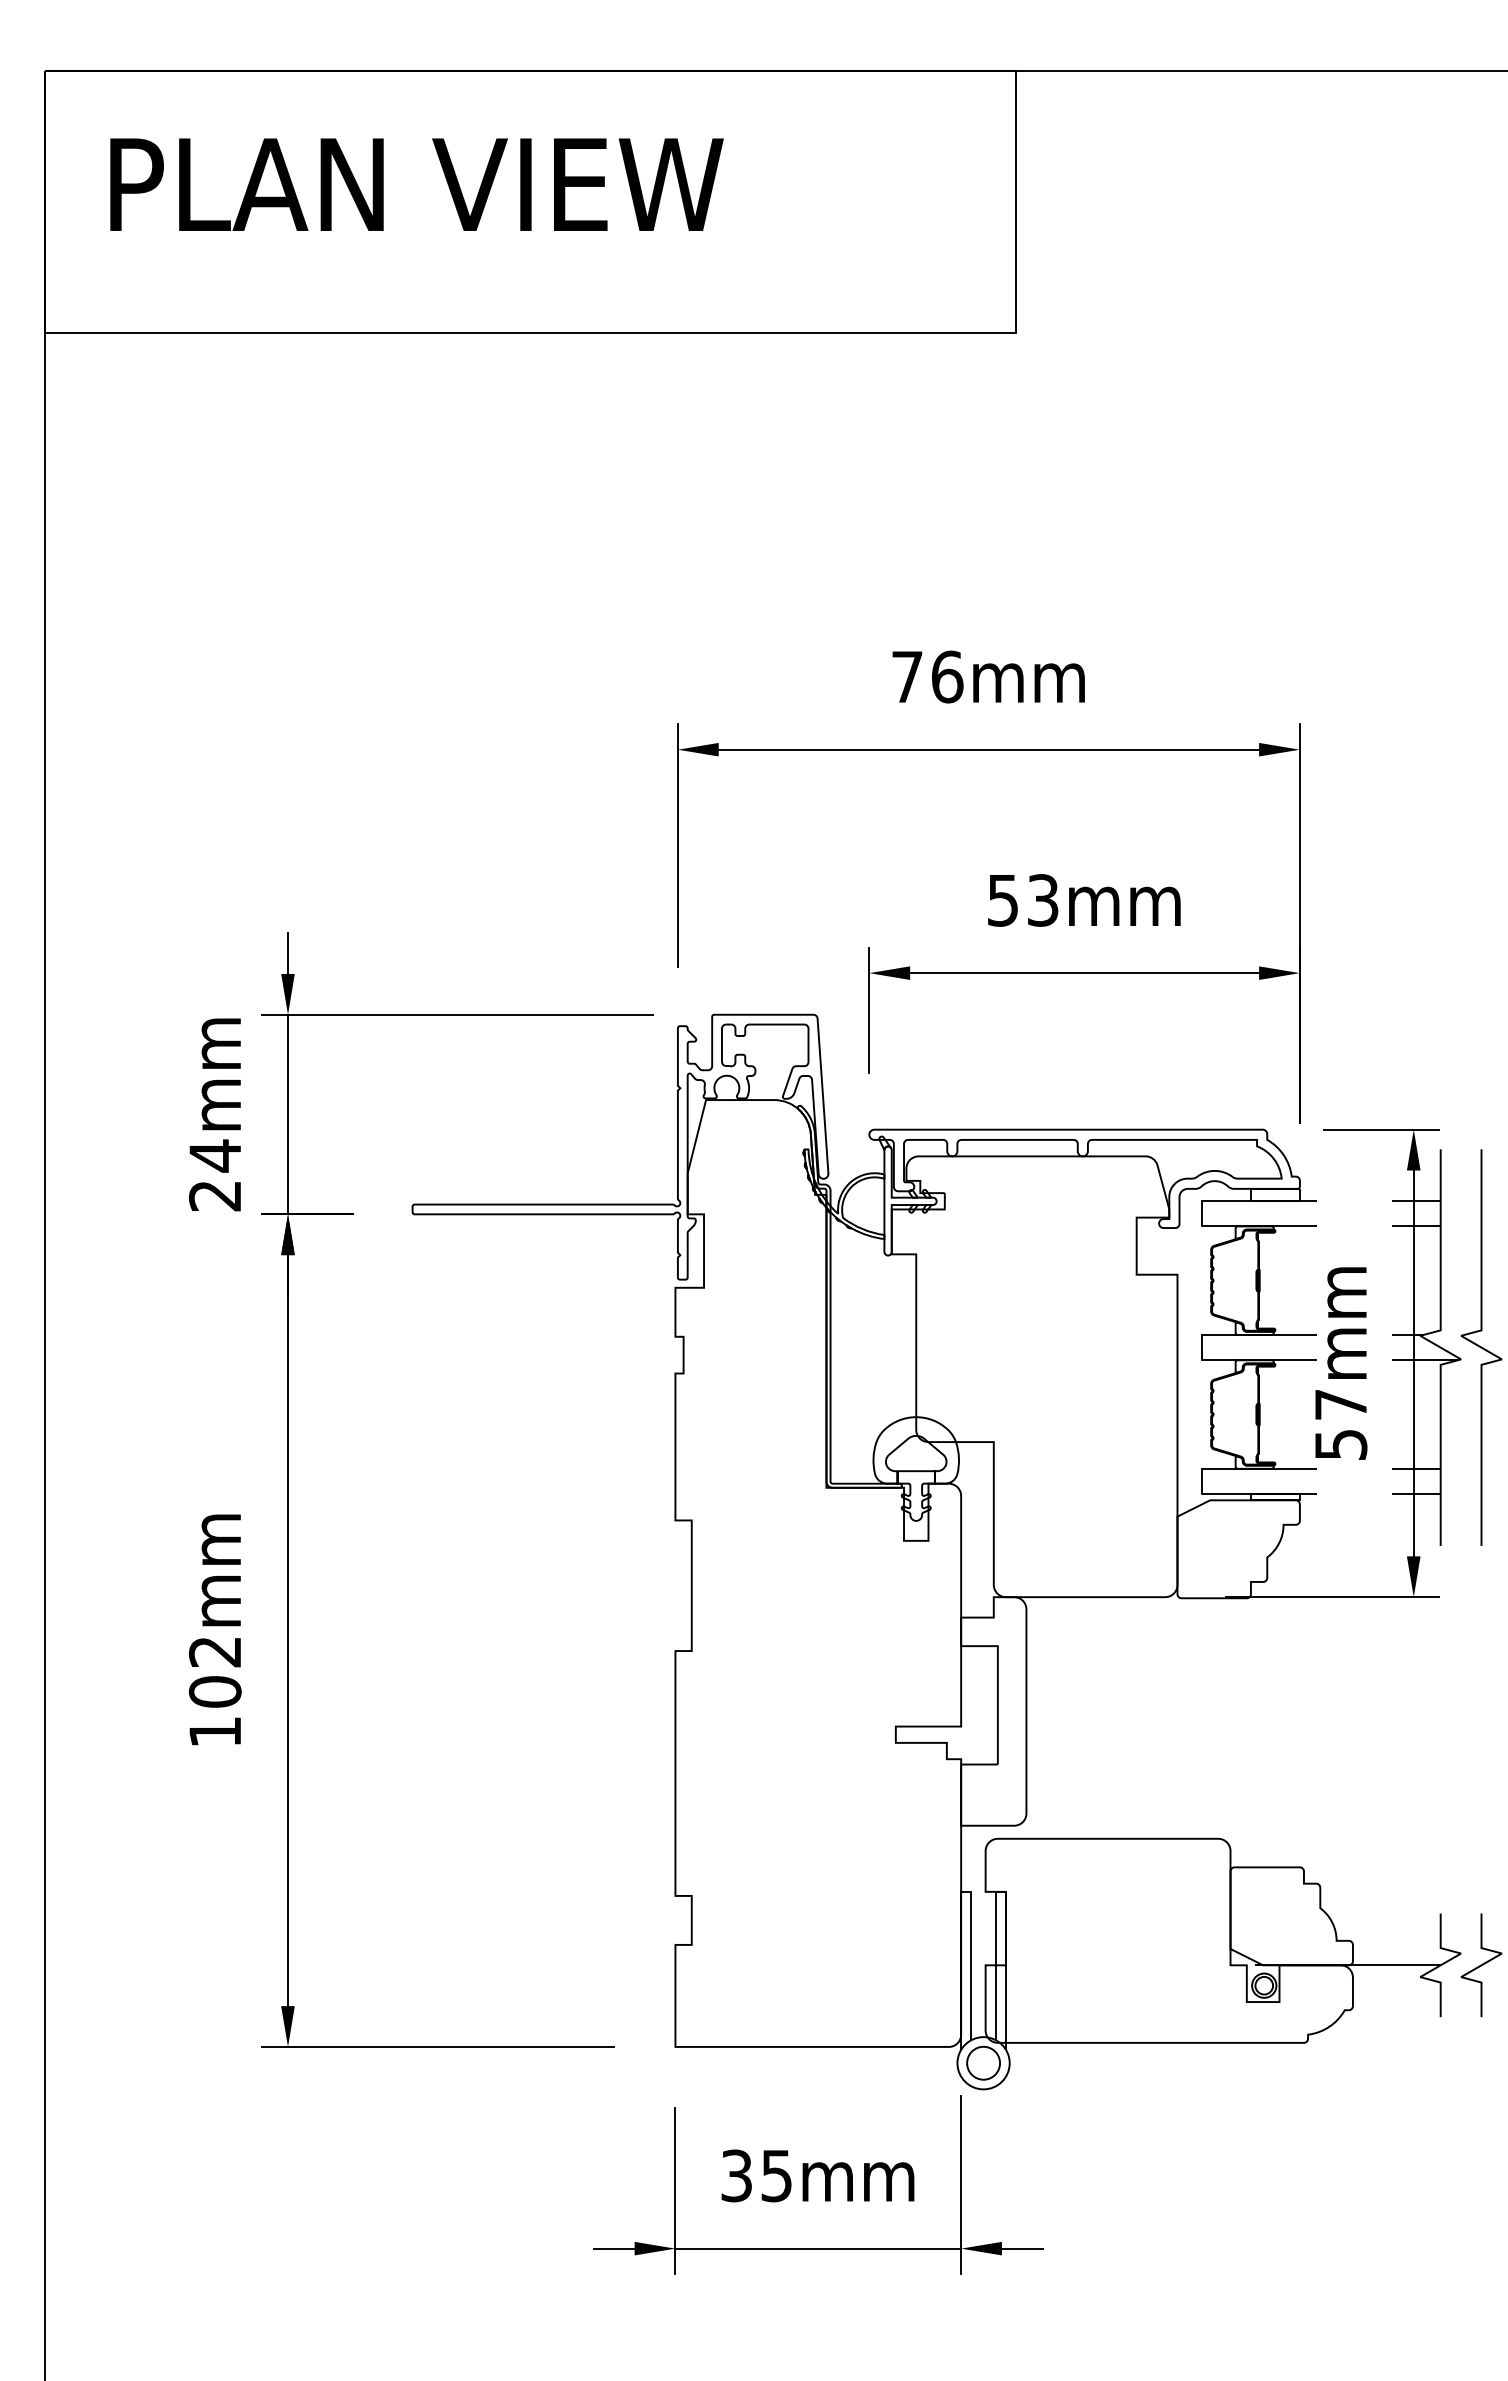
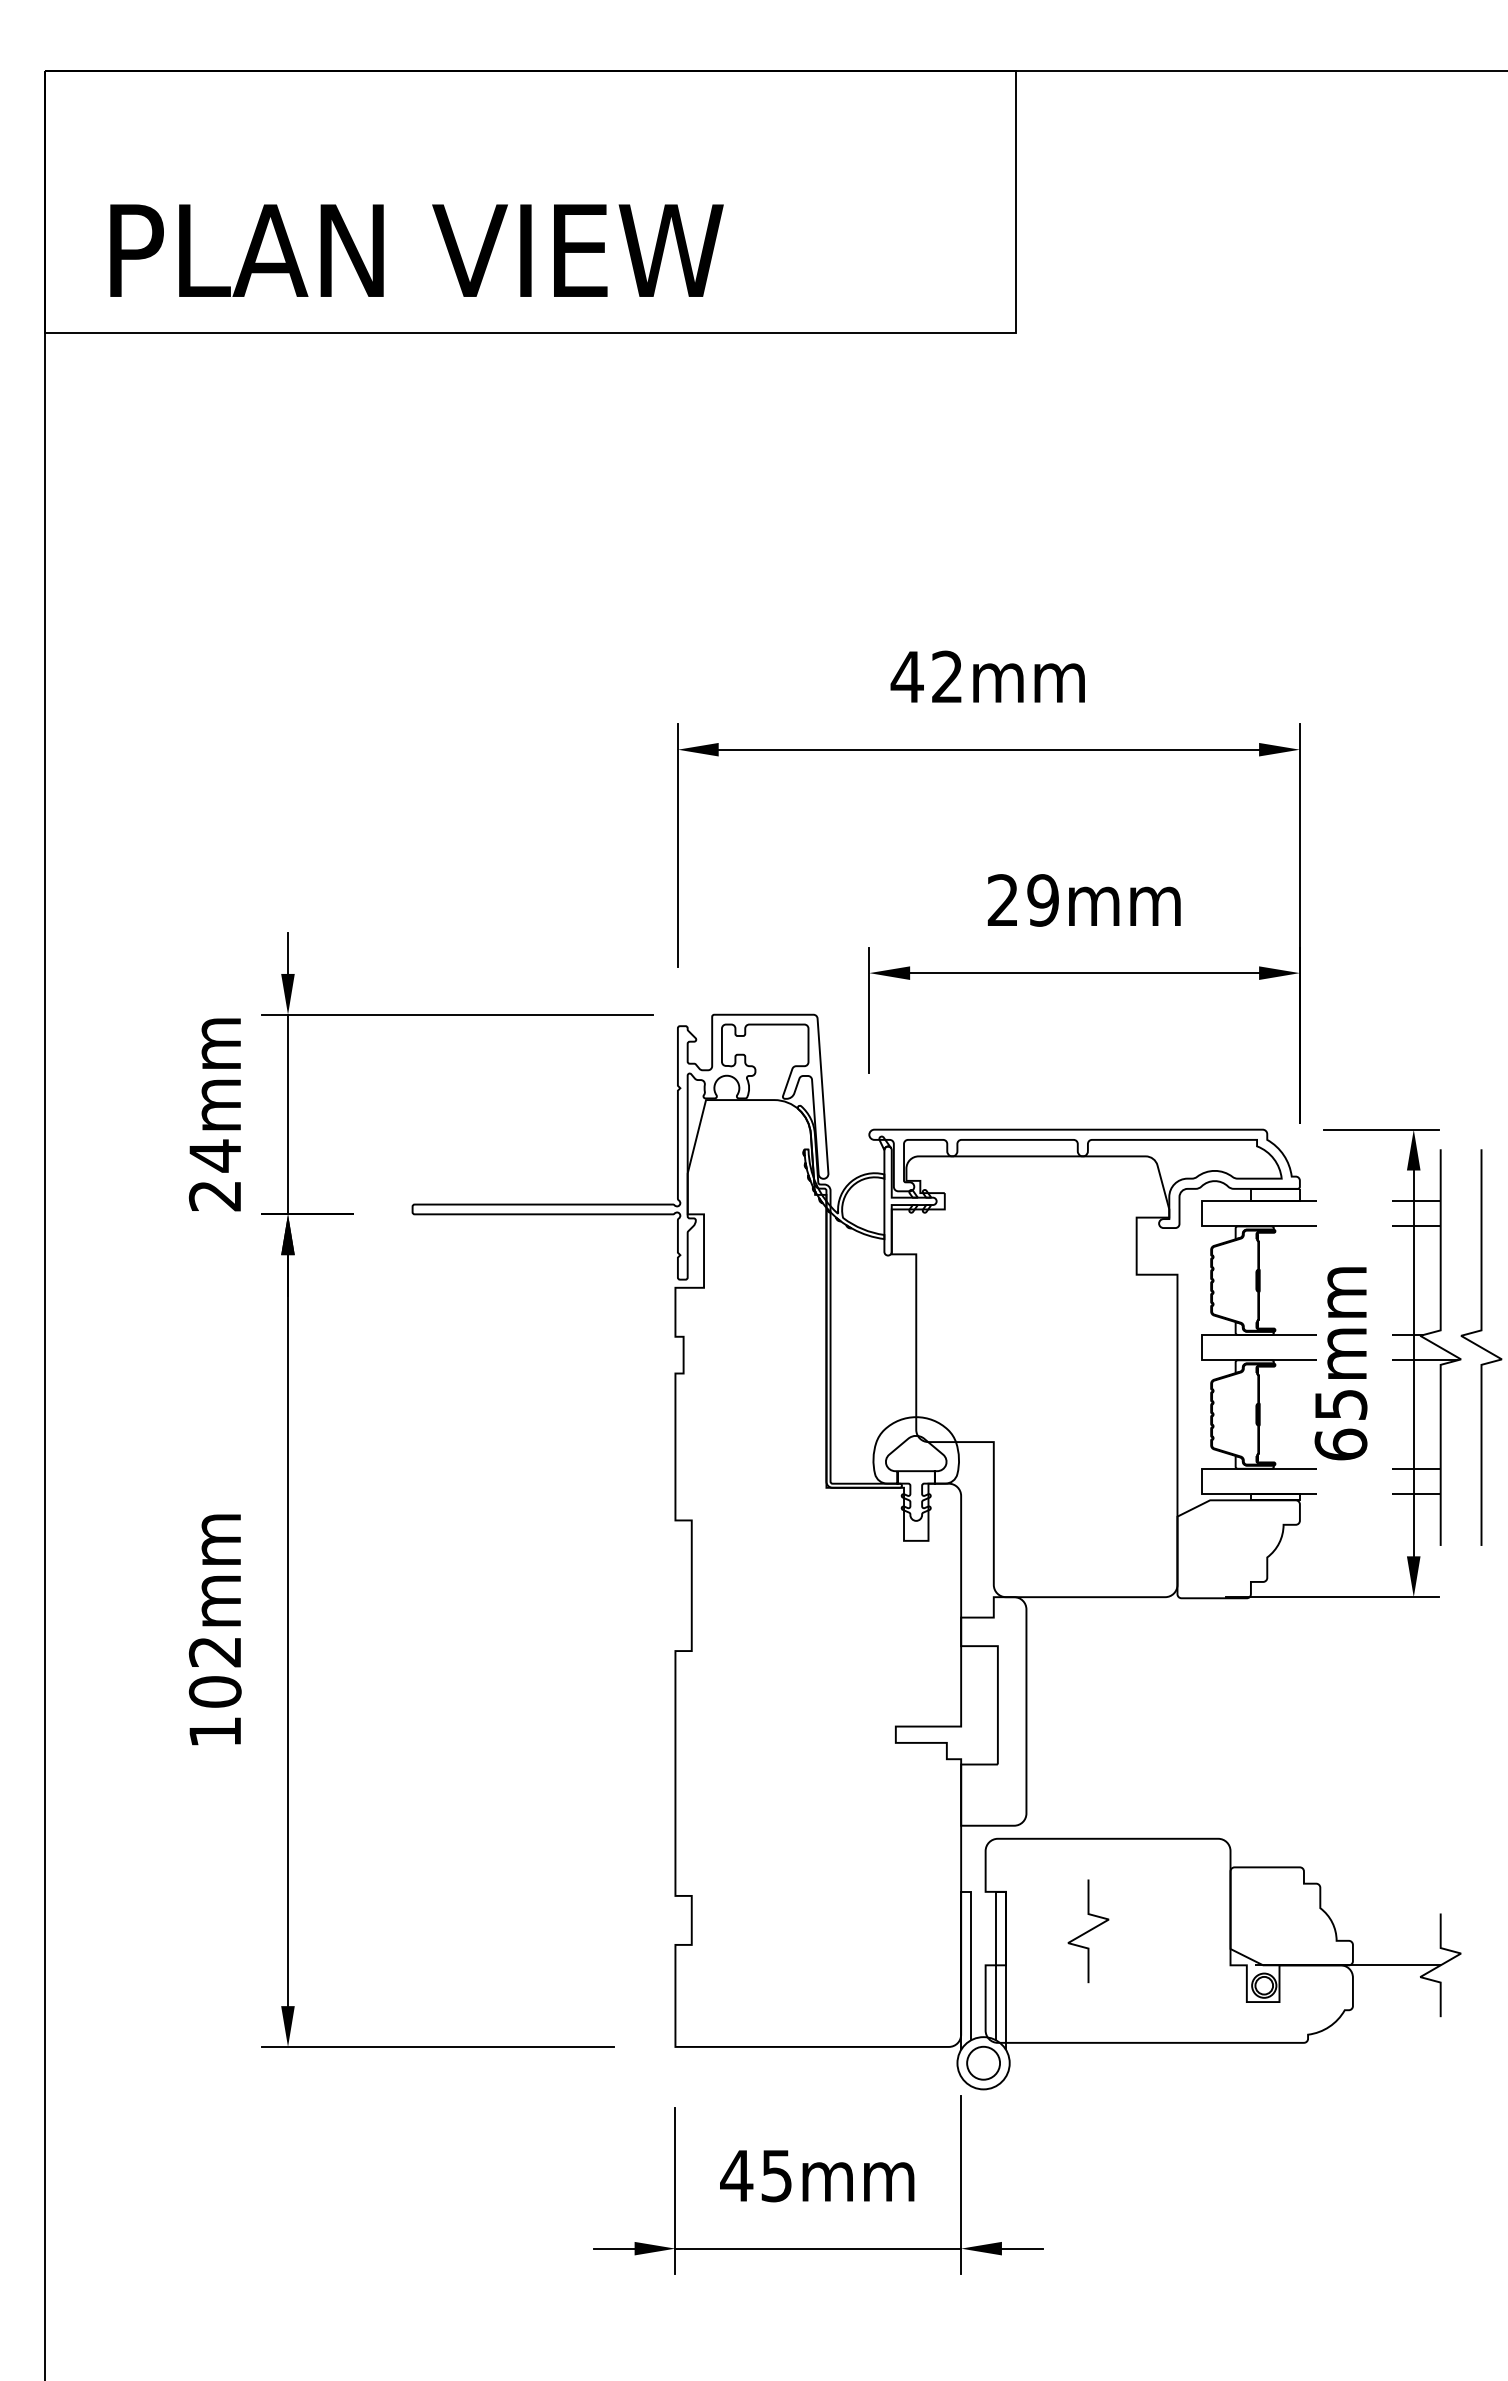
text at (416, 184) position: (416, 184) -> (416, 250)
text at (926, 676): 76mm -> 42mm
text at (1022, 900): 53mm -> 29mm
text at (1340, 1425): 57mm -> 65mm
curve at (1481, 1965) position: (1481, 1965) -> (1088, 1931)
text at (736, 2175): 35mm -> 45mm
